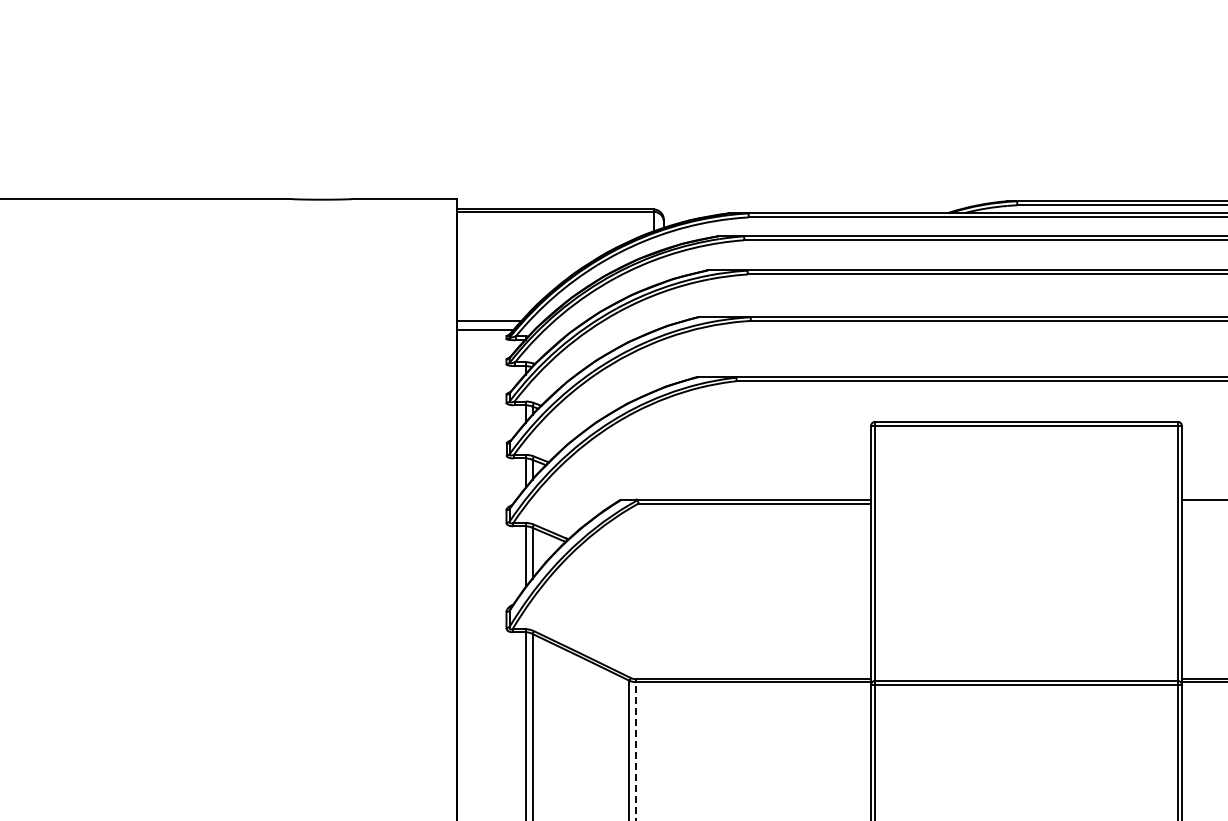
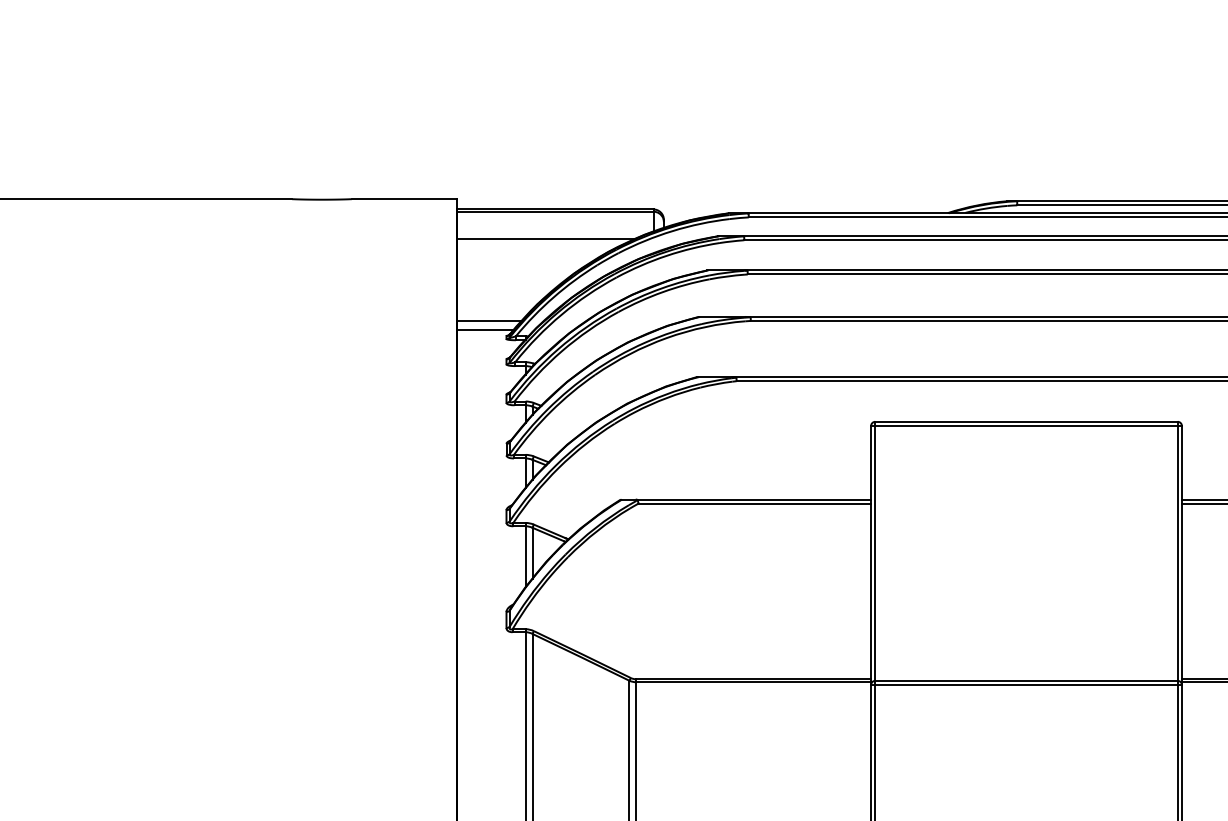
line at (546, 238): none -> present
line at (1202, 503): none -> present
line at (636, 749): dashed -> solid
